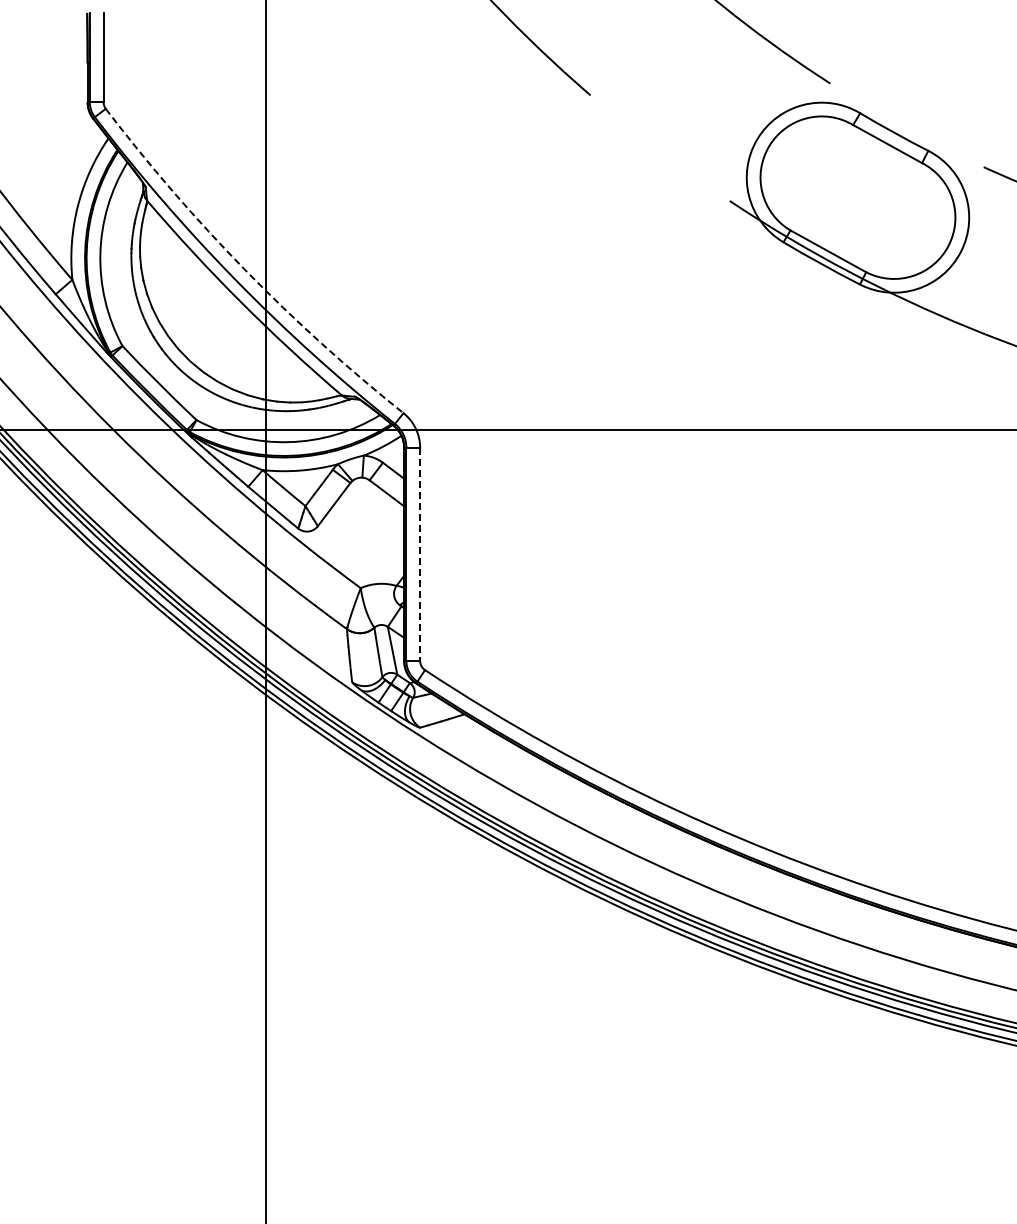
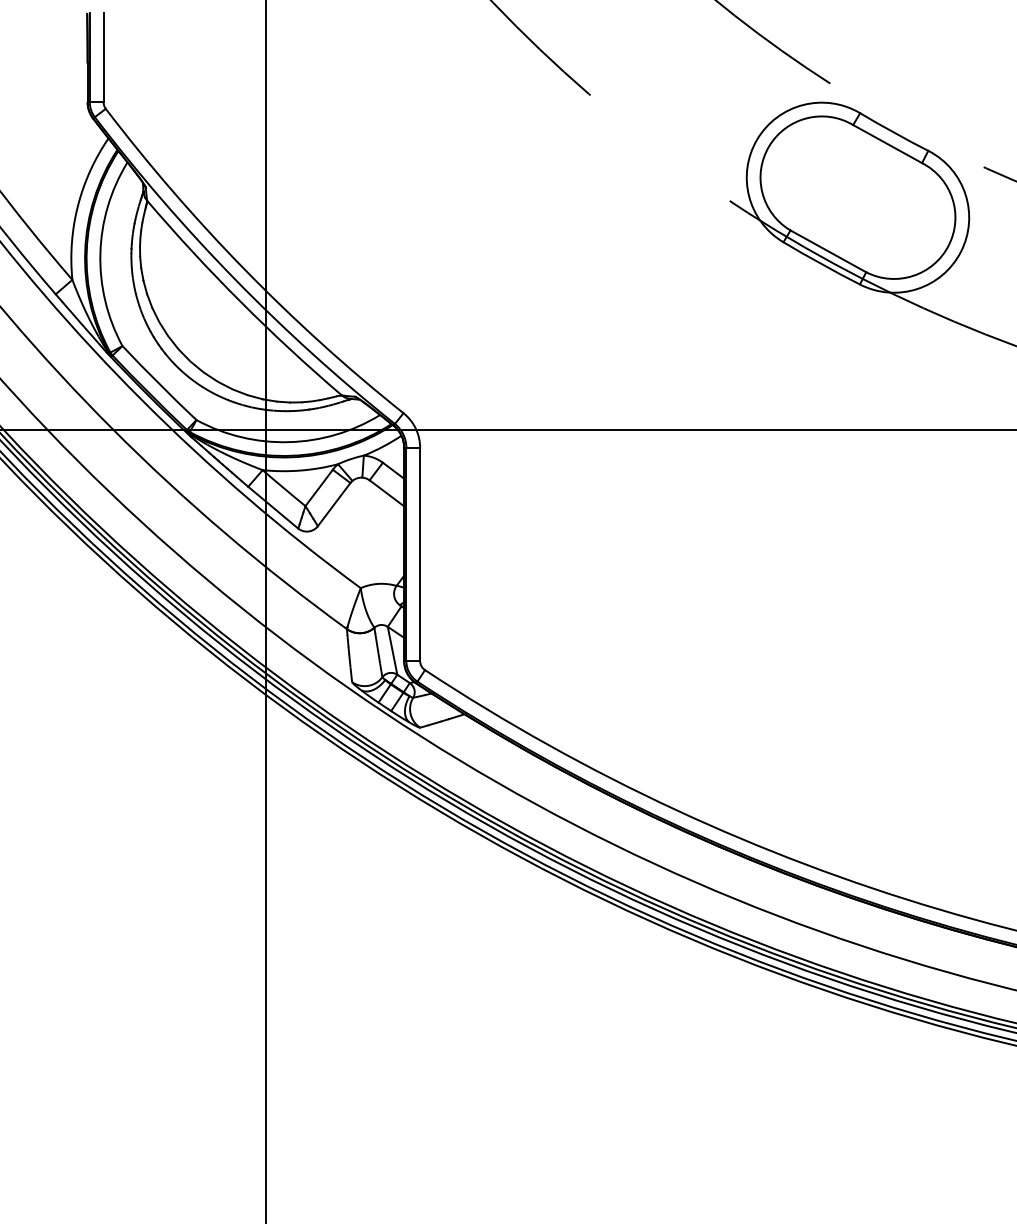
arc at (245, 270): dashed -> solid
line at (420, 554): dashed -> solid
